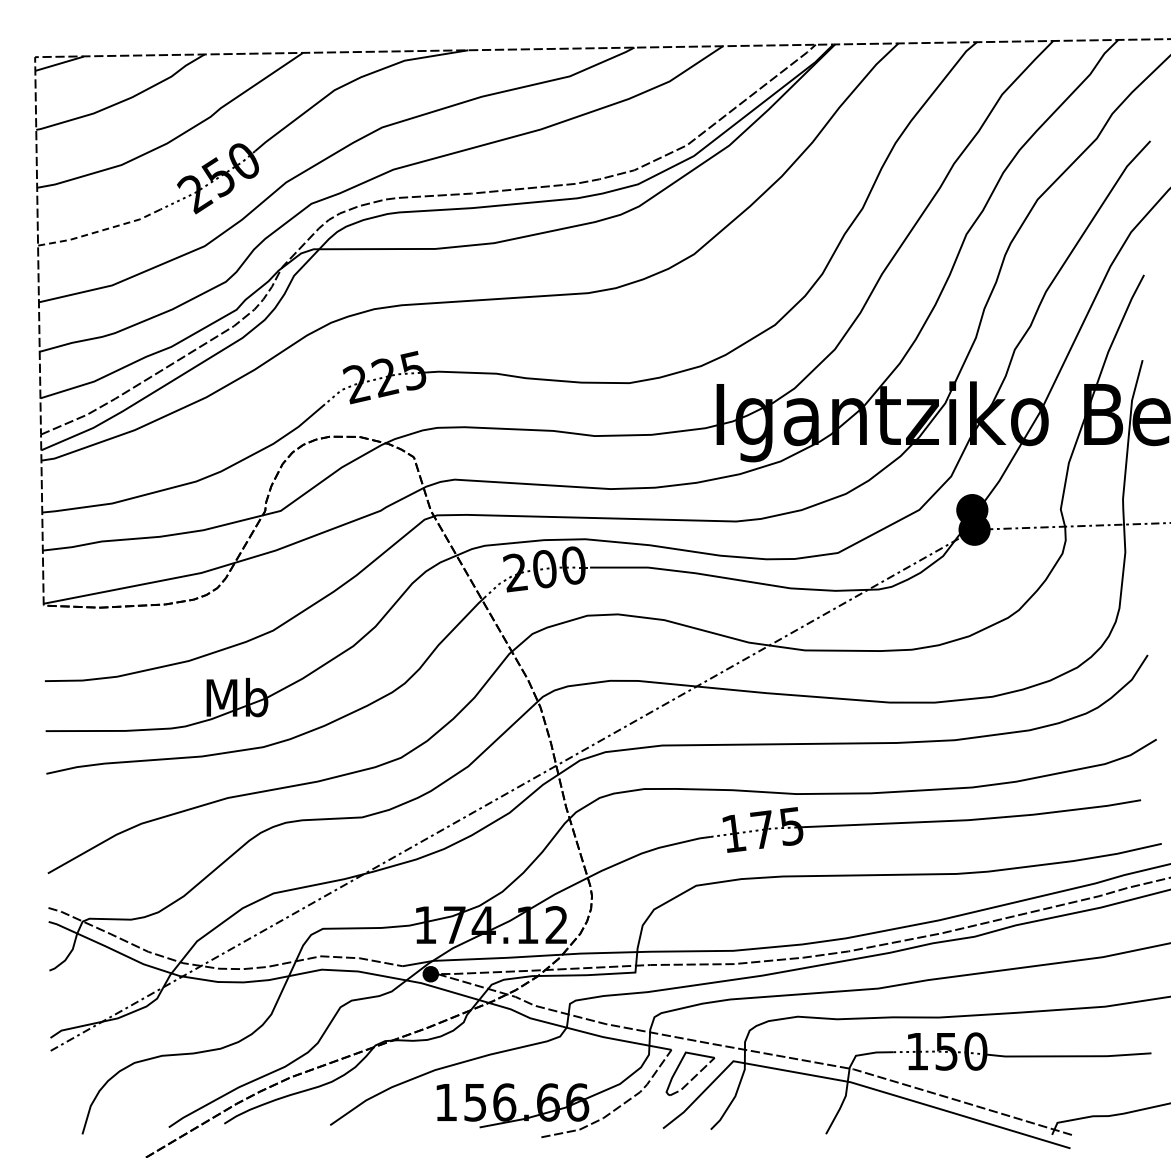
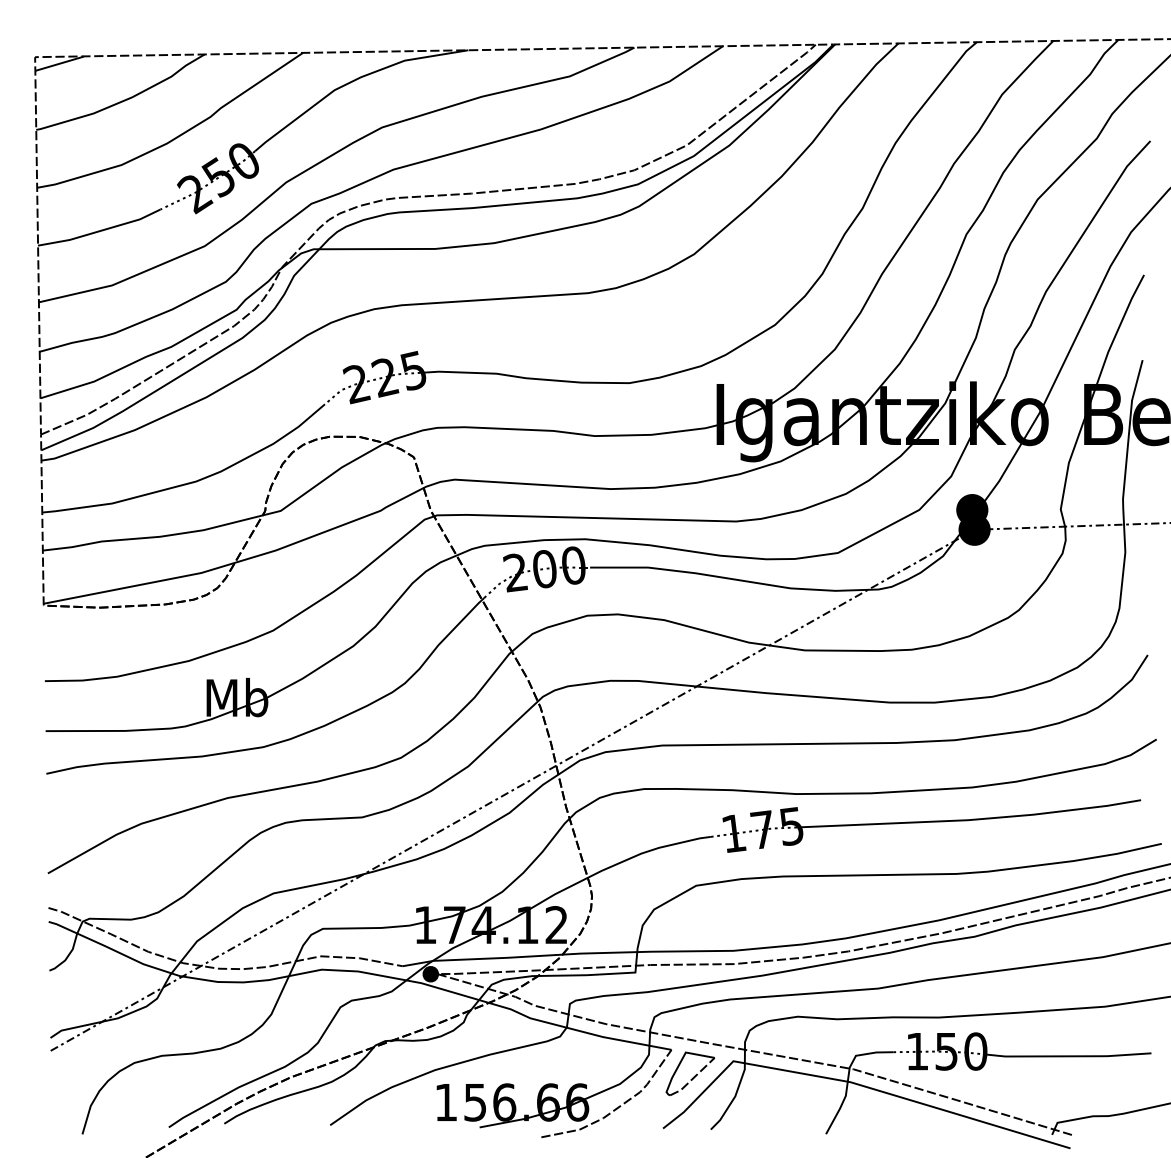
line at (99, 231): dashed -> solid
